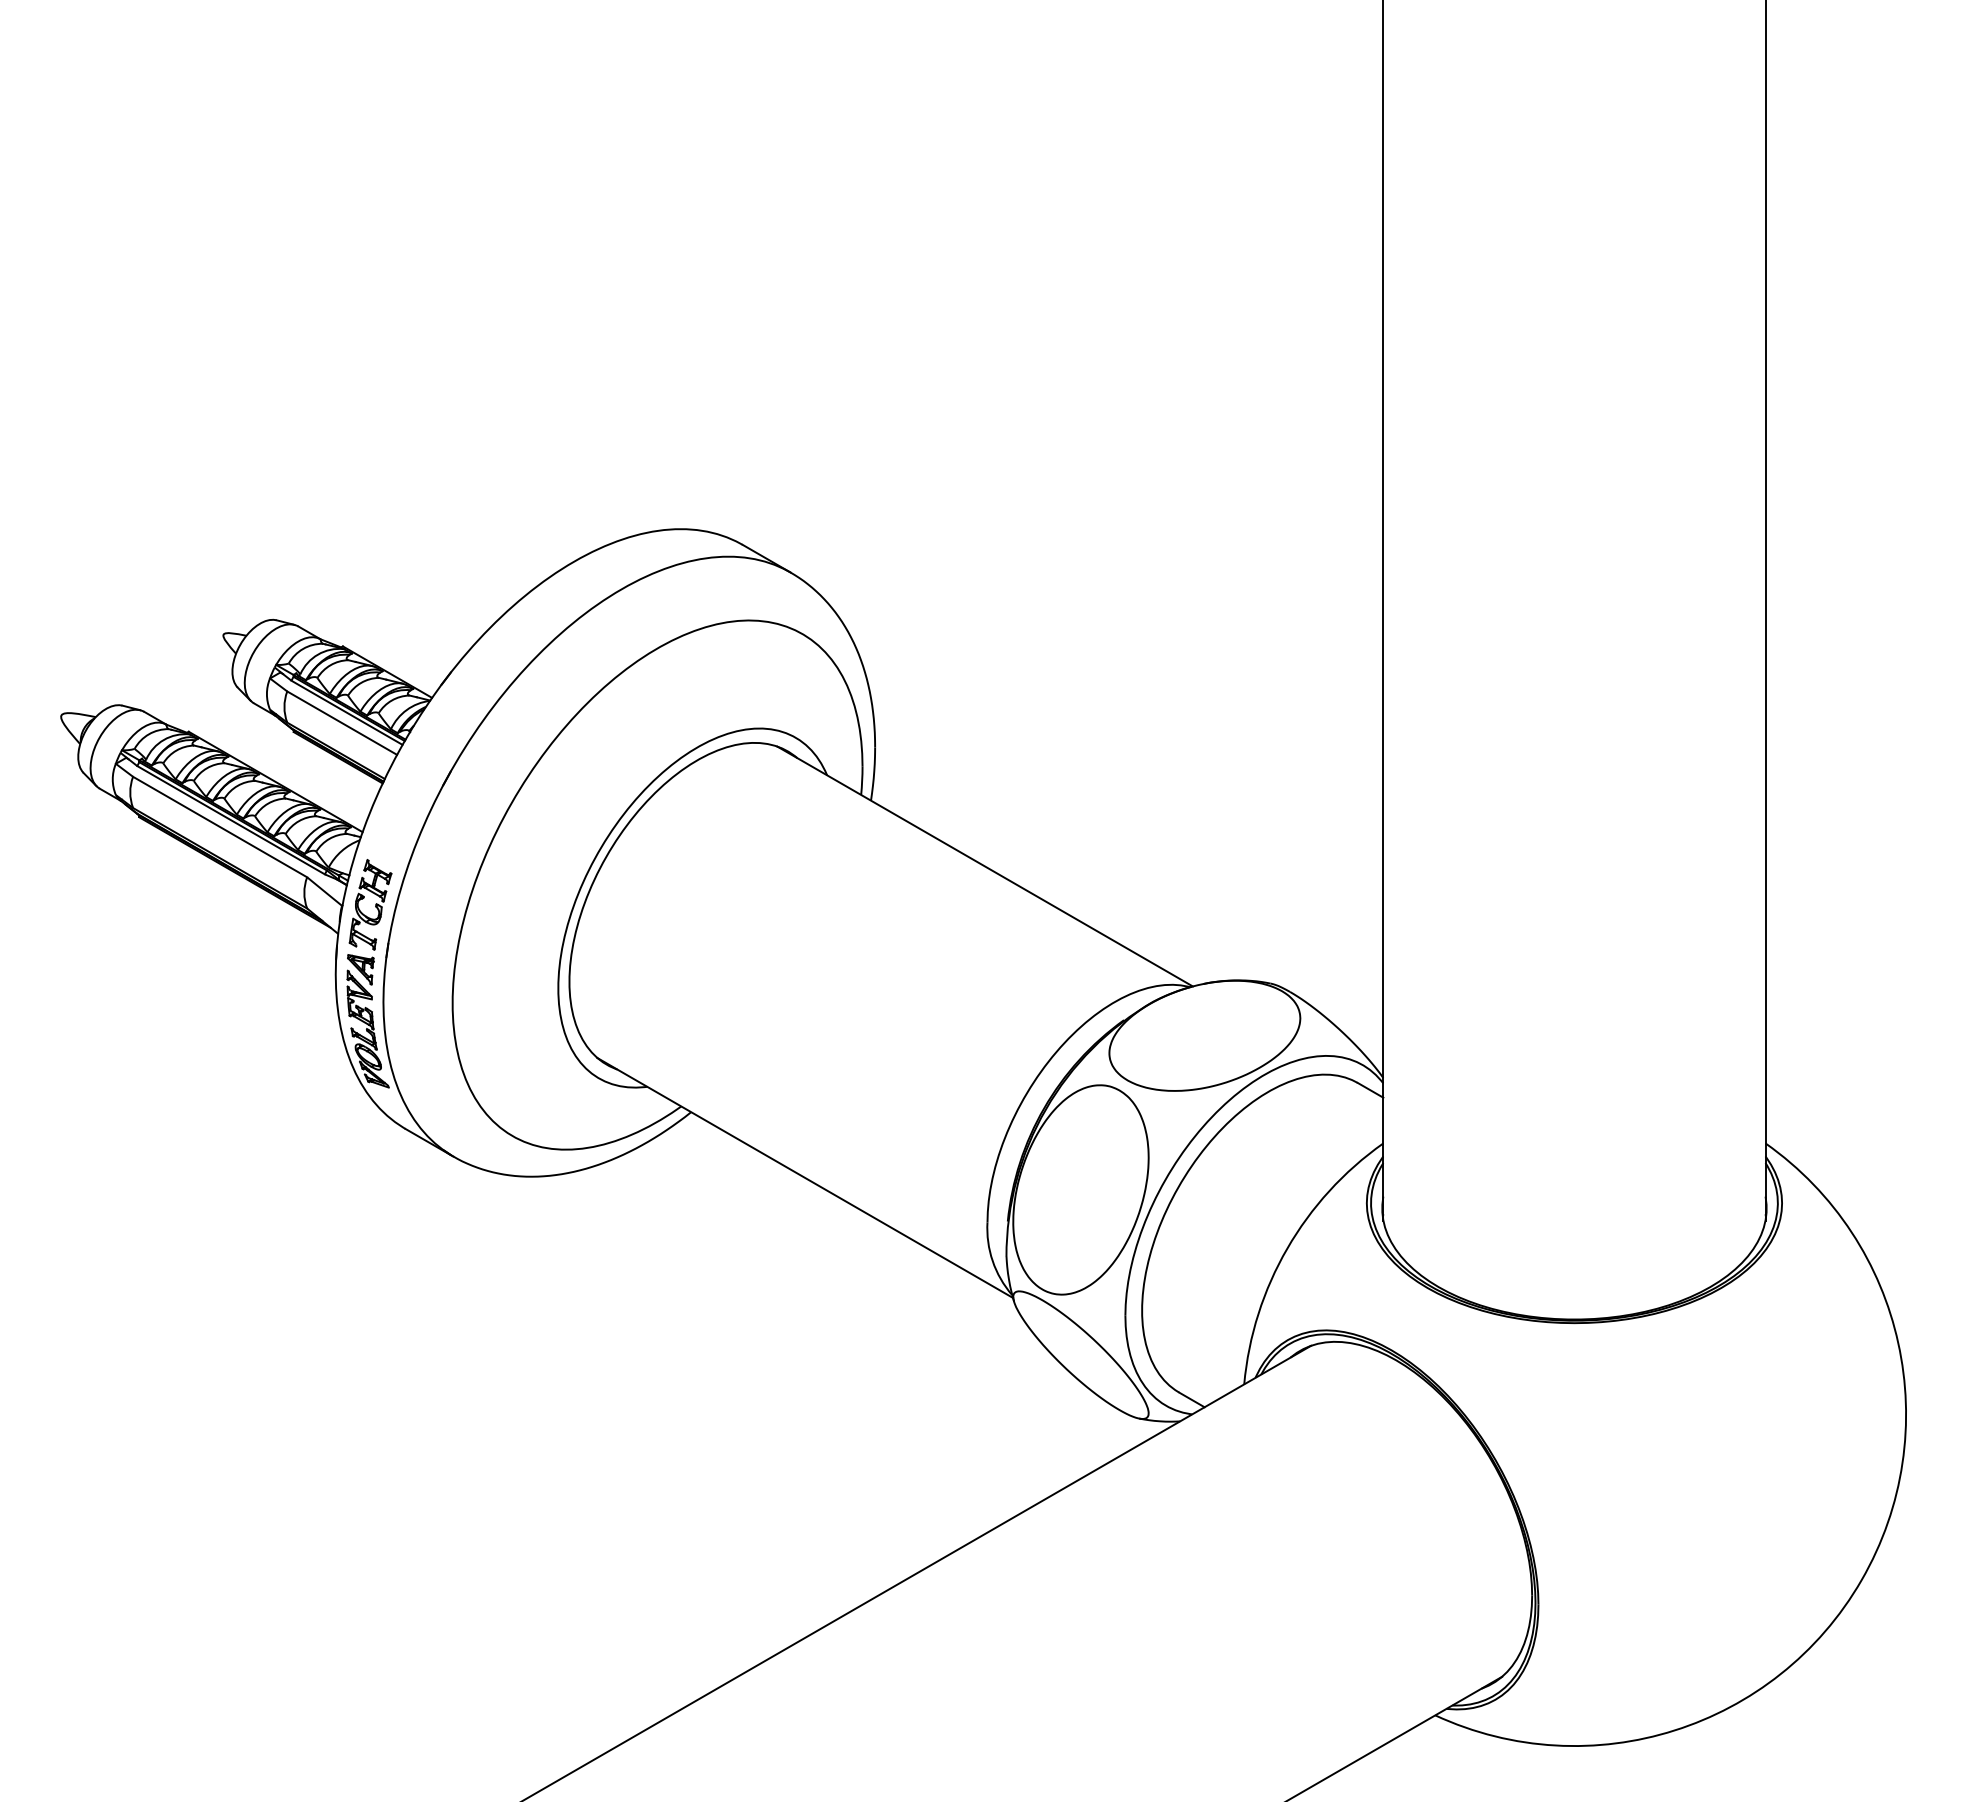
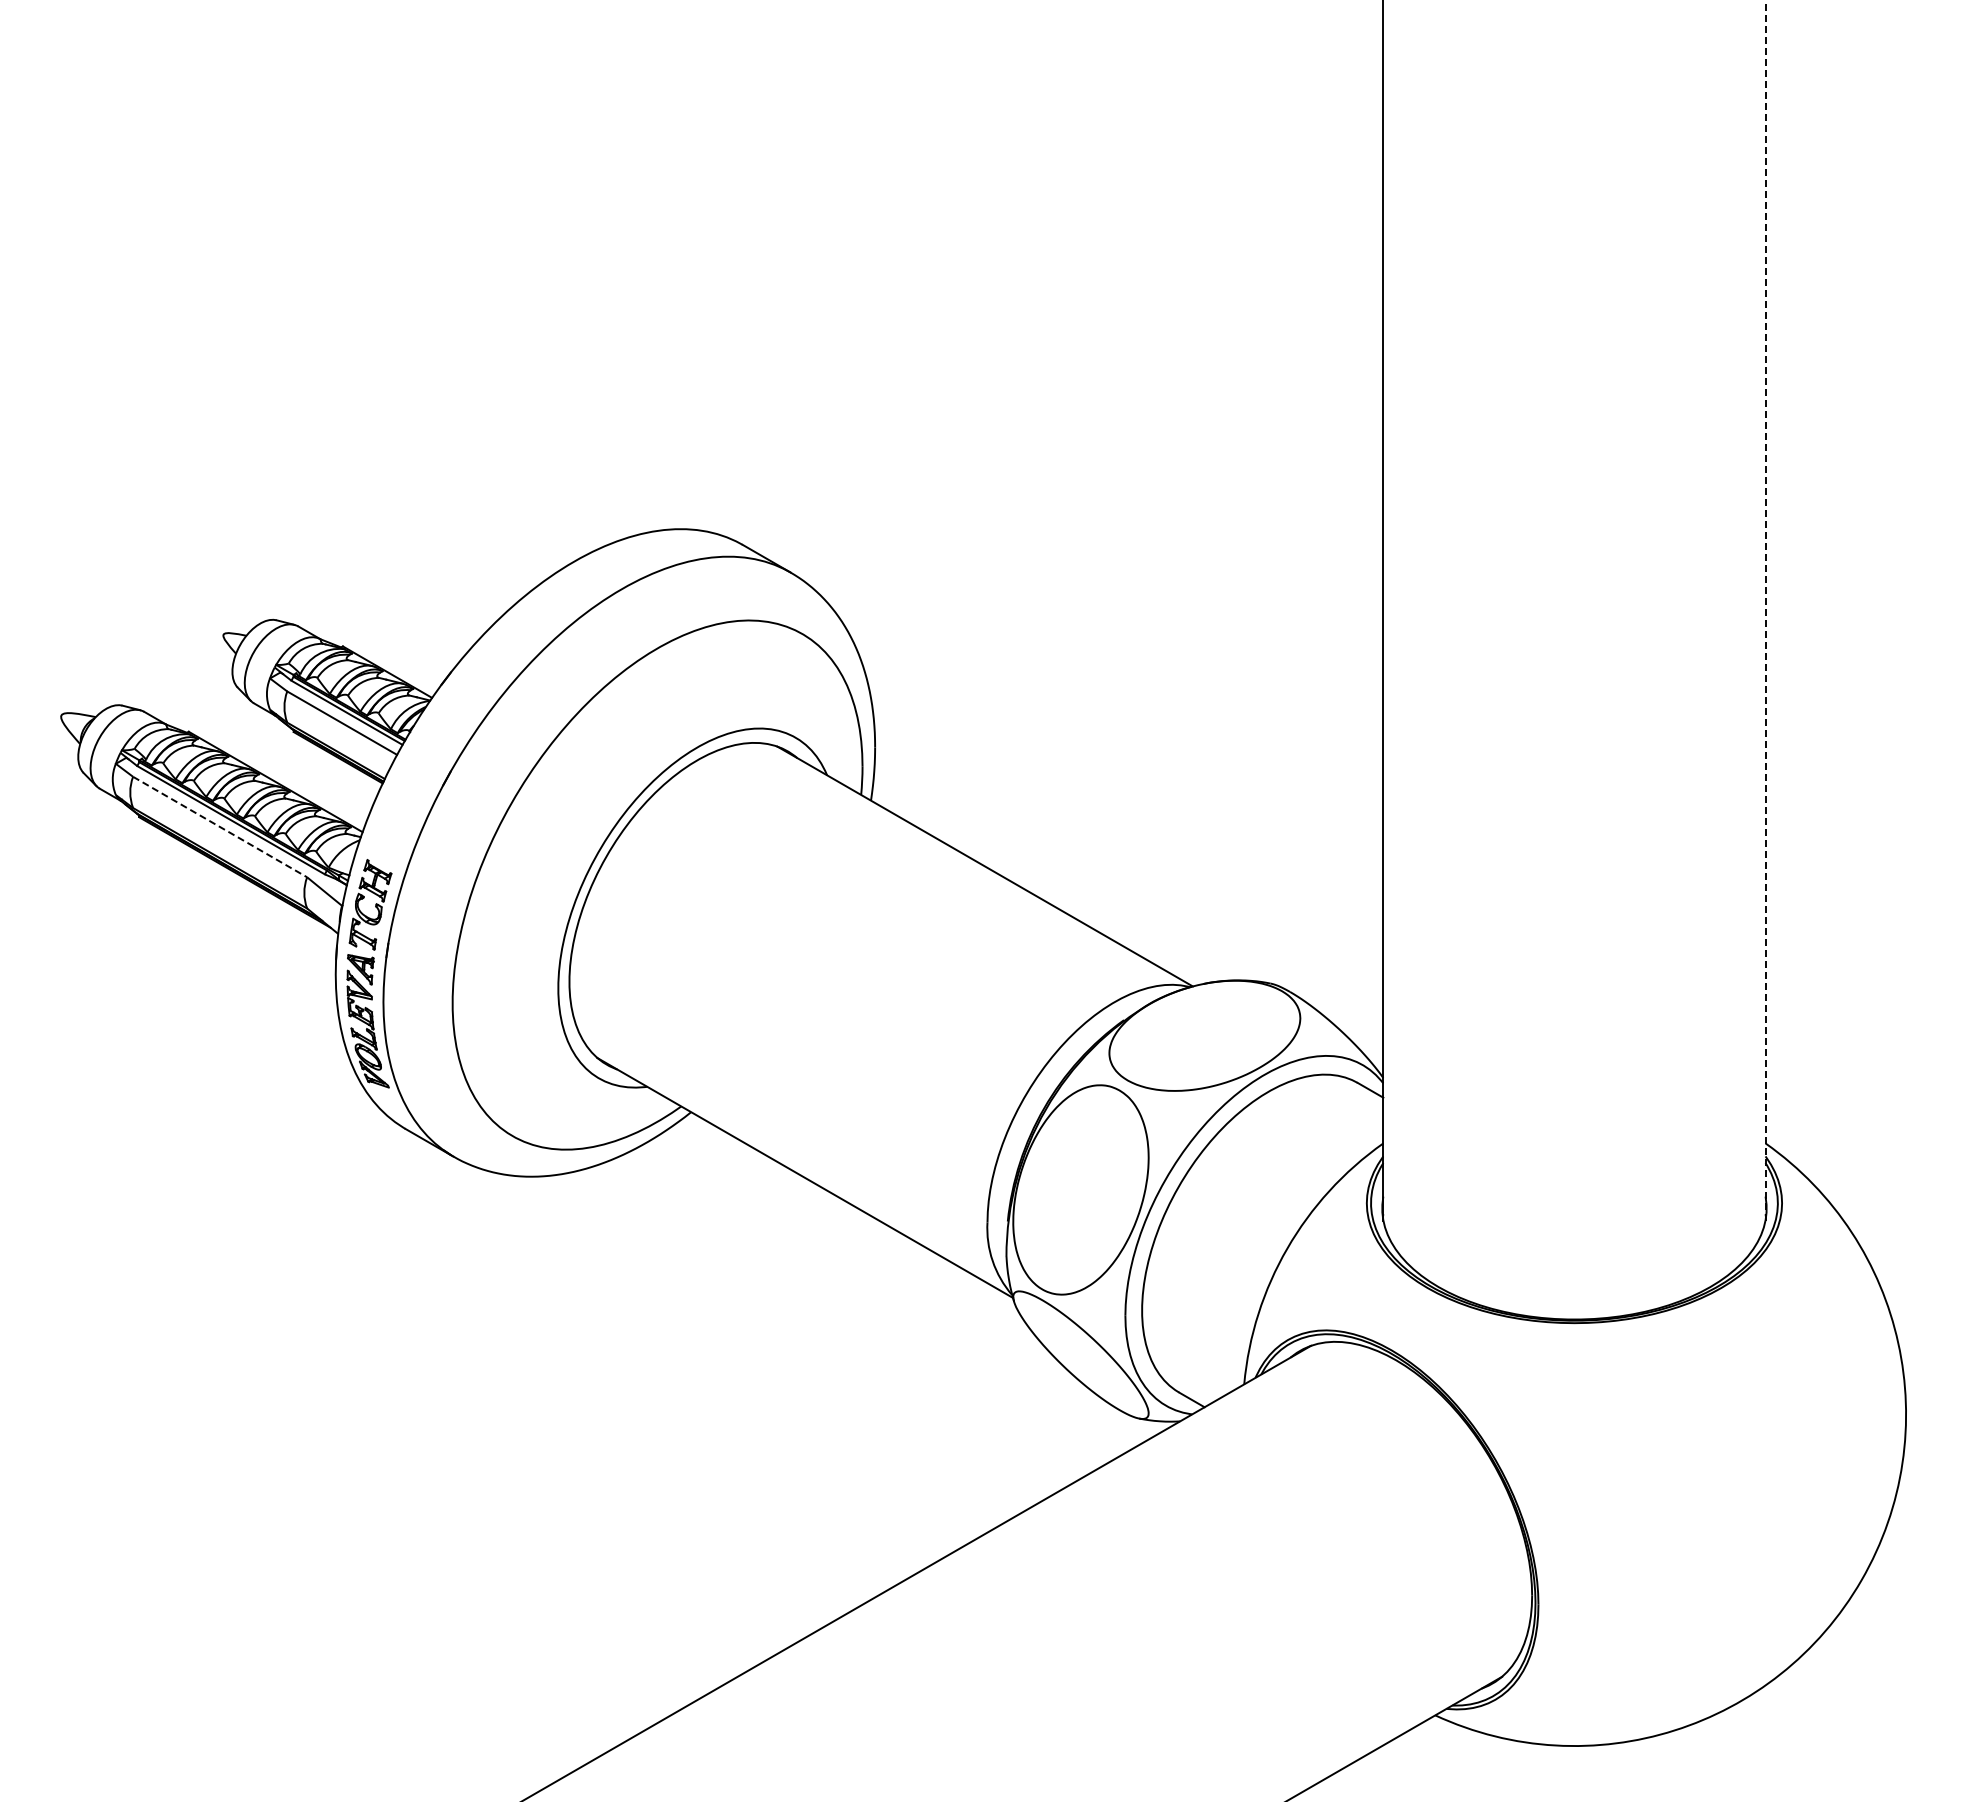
line at (1765, 610): solid -> dashed
line at (220, 827): solid -> dashed
